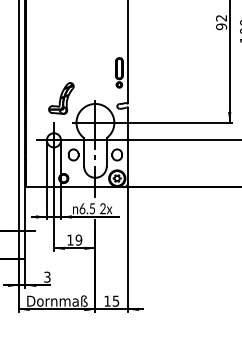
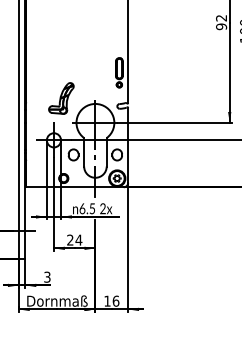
text at (74, 239): 19 -> 24
text at (115, 300): 15 -> 16
